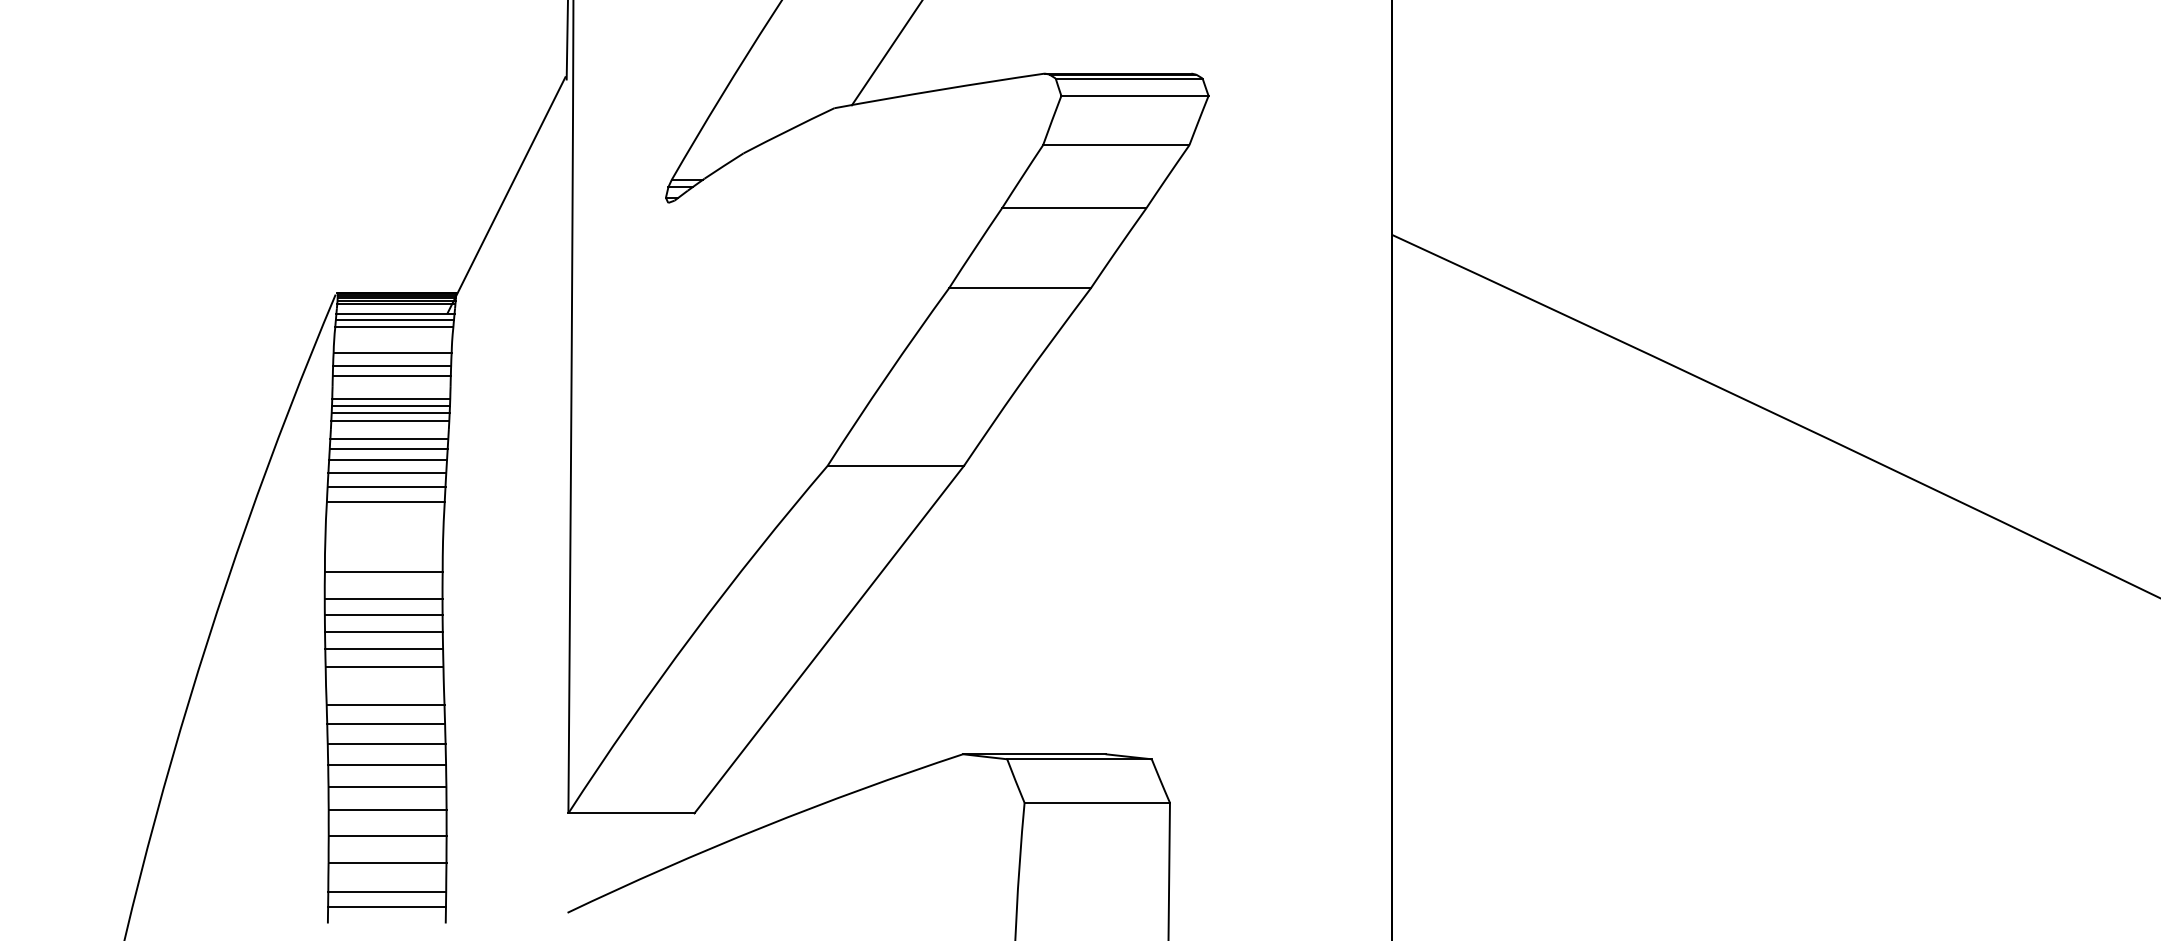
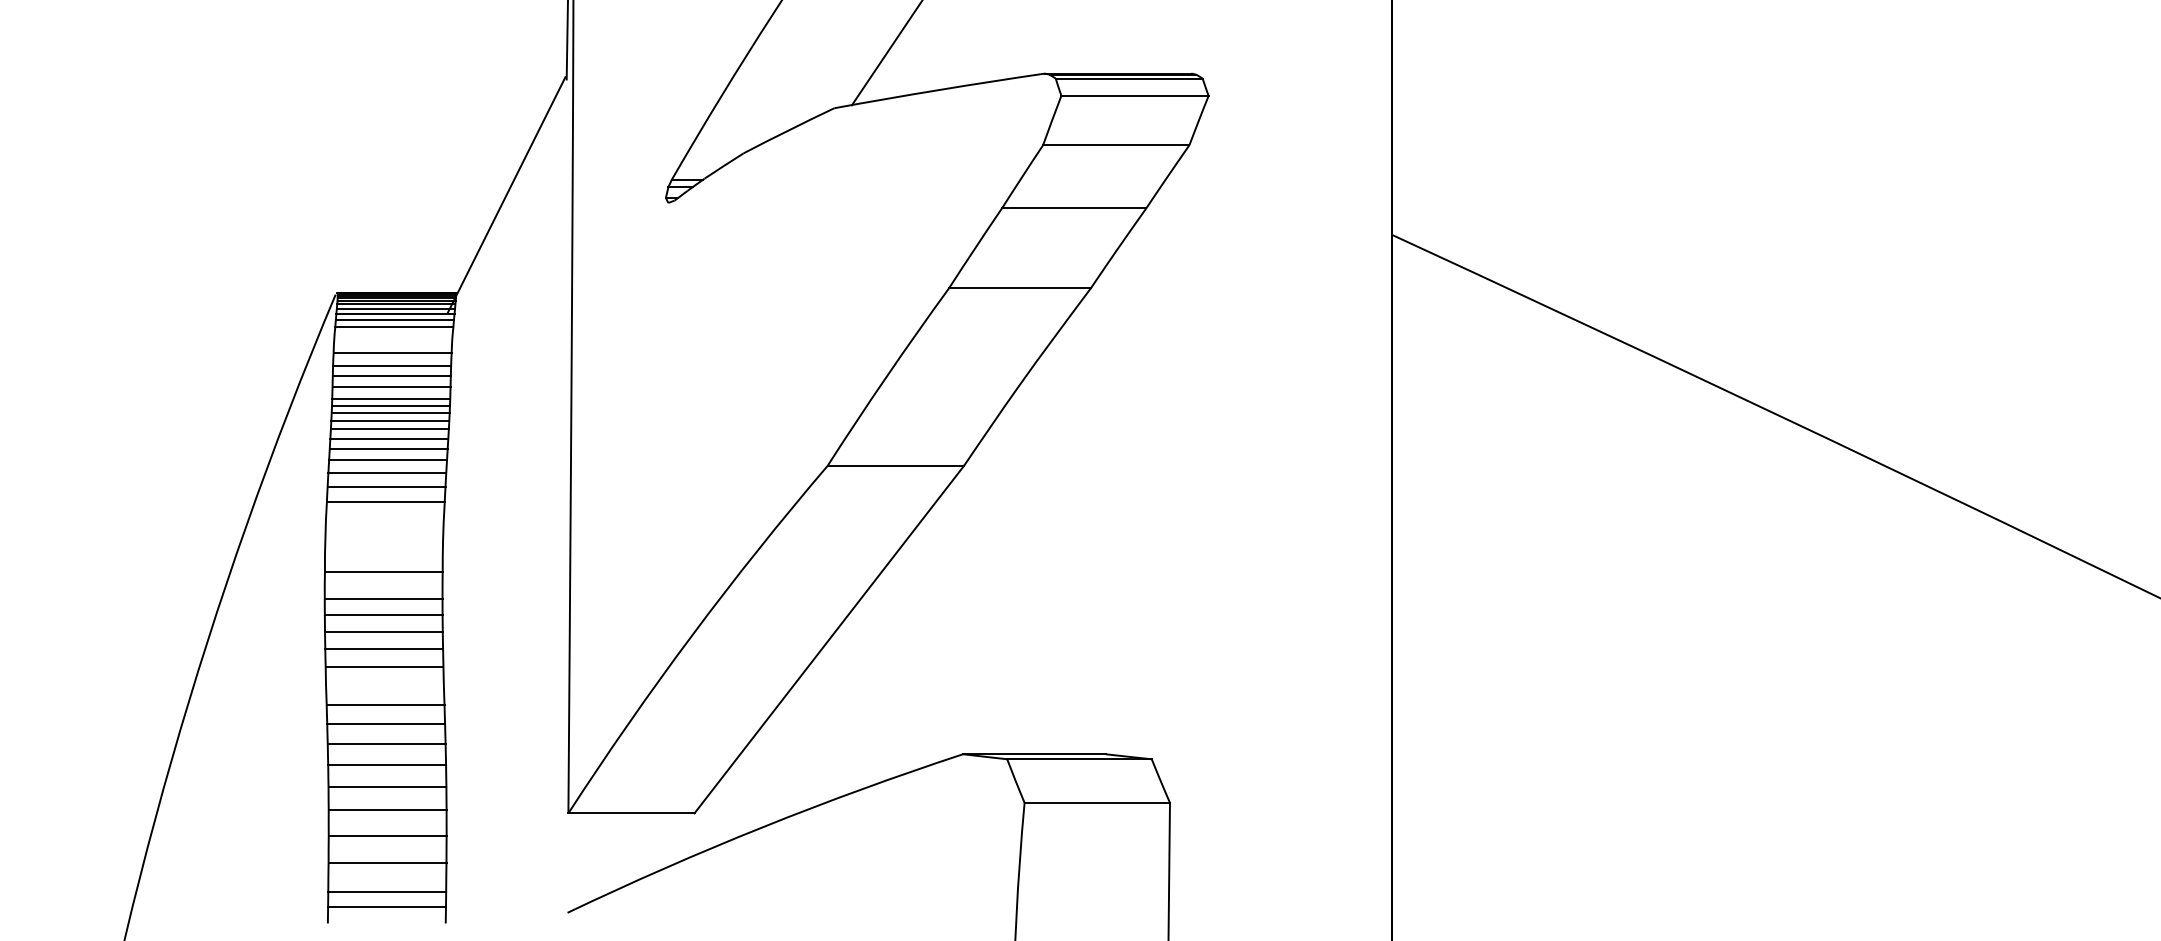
line at (395, 308): none -> present
line at (391, 386): none -> present
line at (389, 429): none -> present
